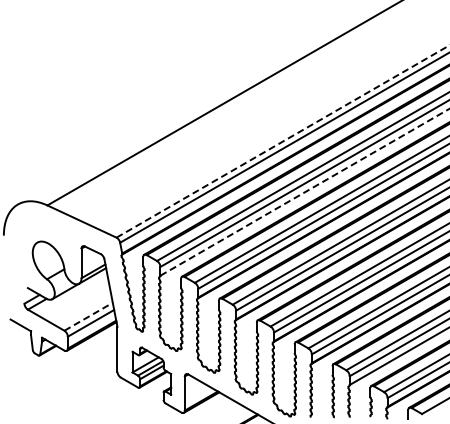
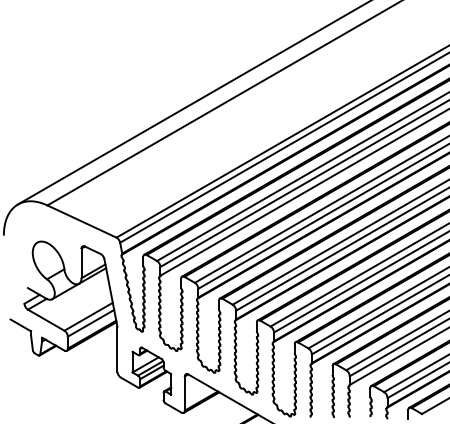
line at (192, 103): none -> present
line at (283, 141): dashed -> solid
line at (305, 192): dashed -> solid
line at (88, 316): dashed -> solid
